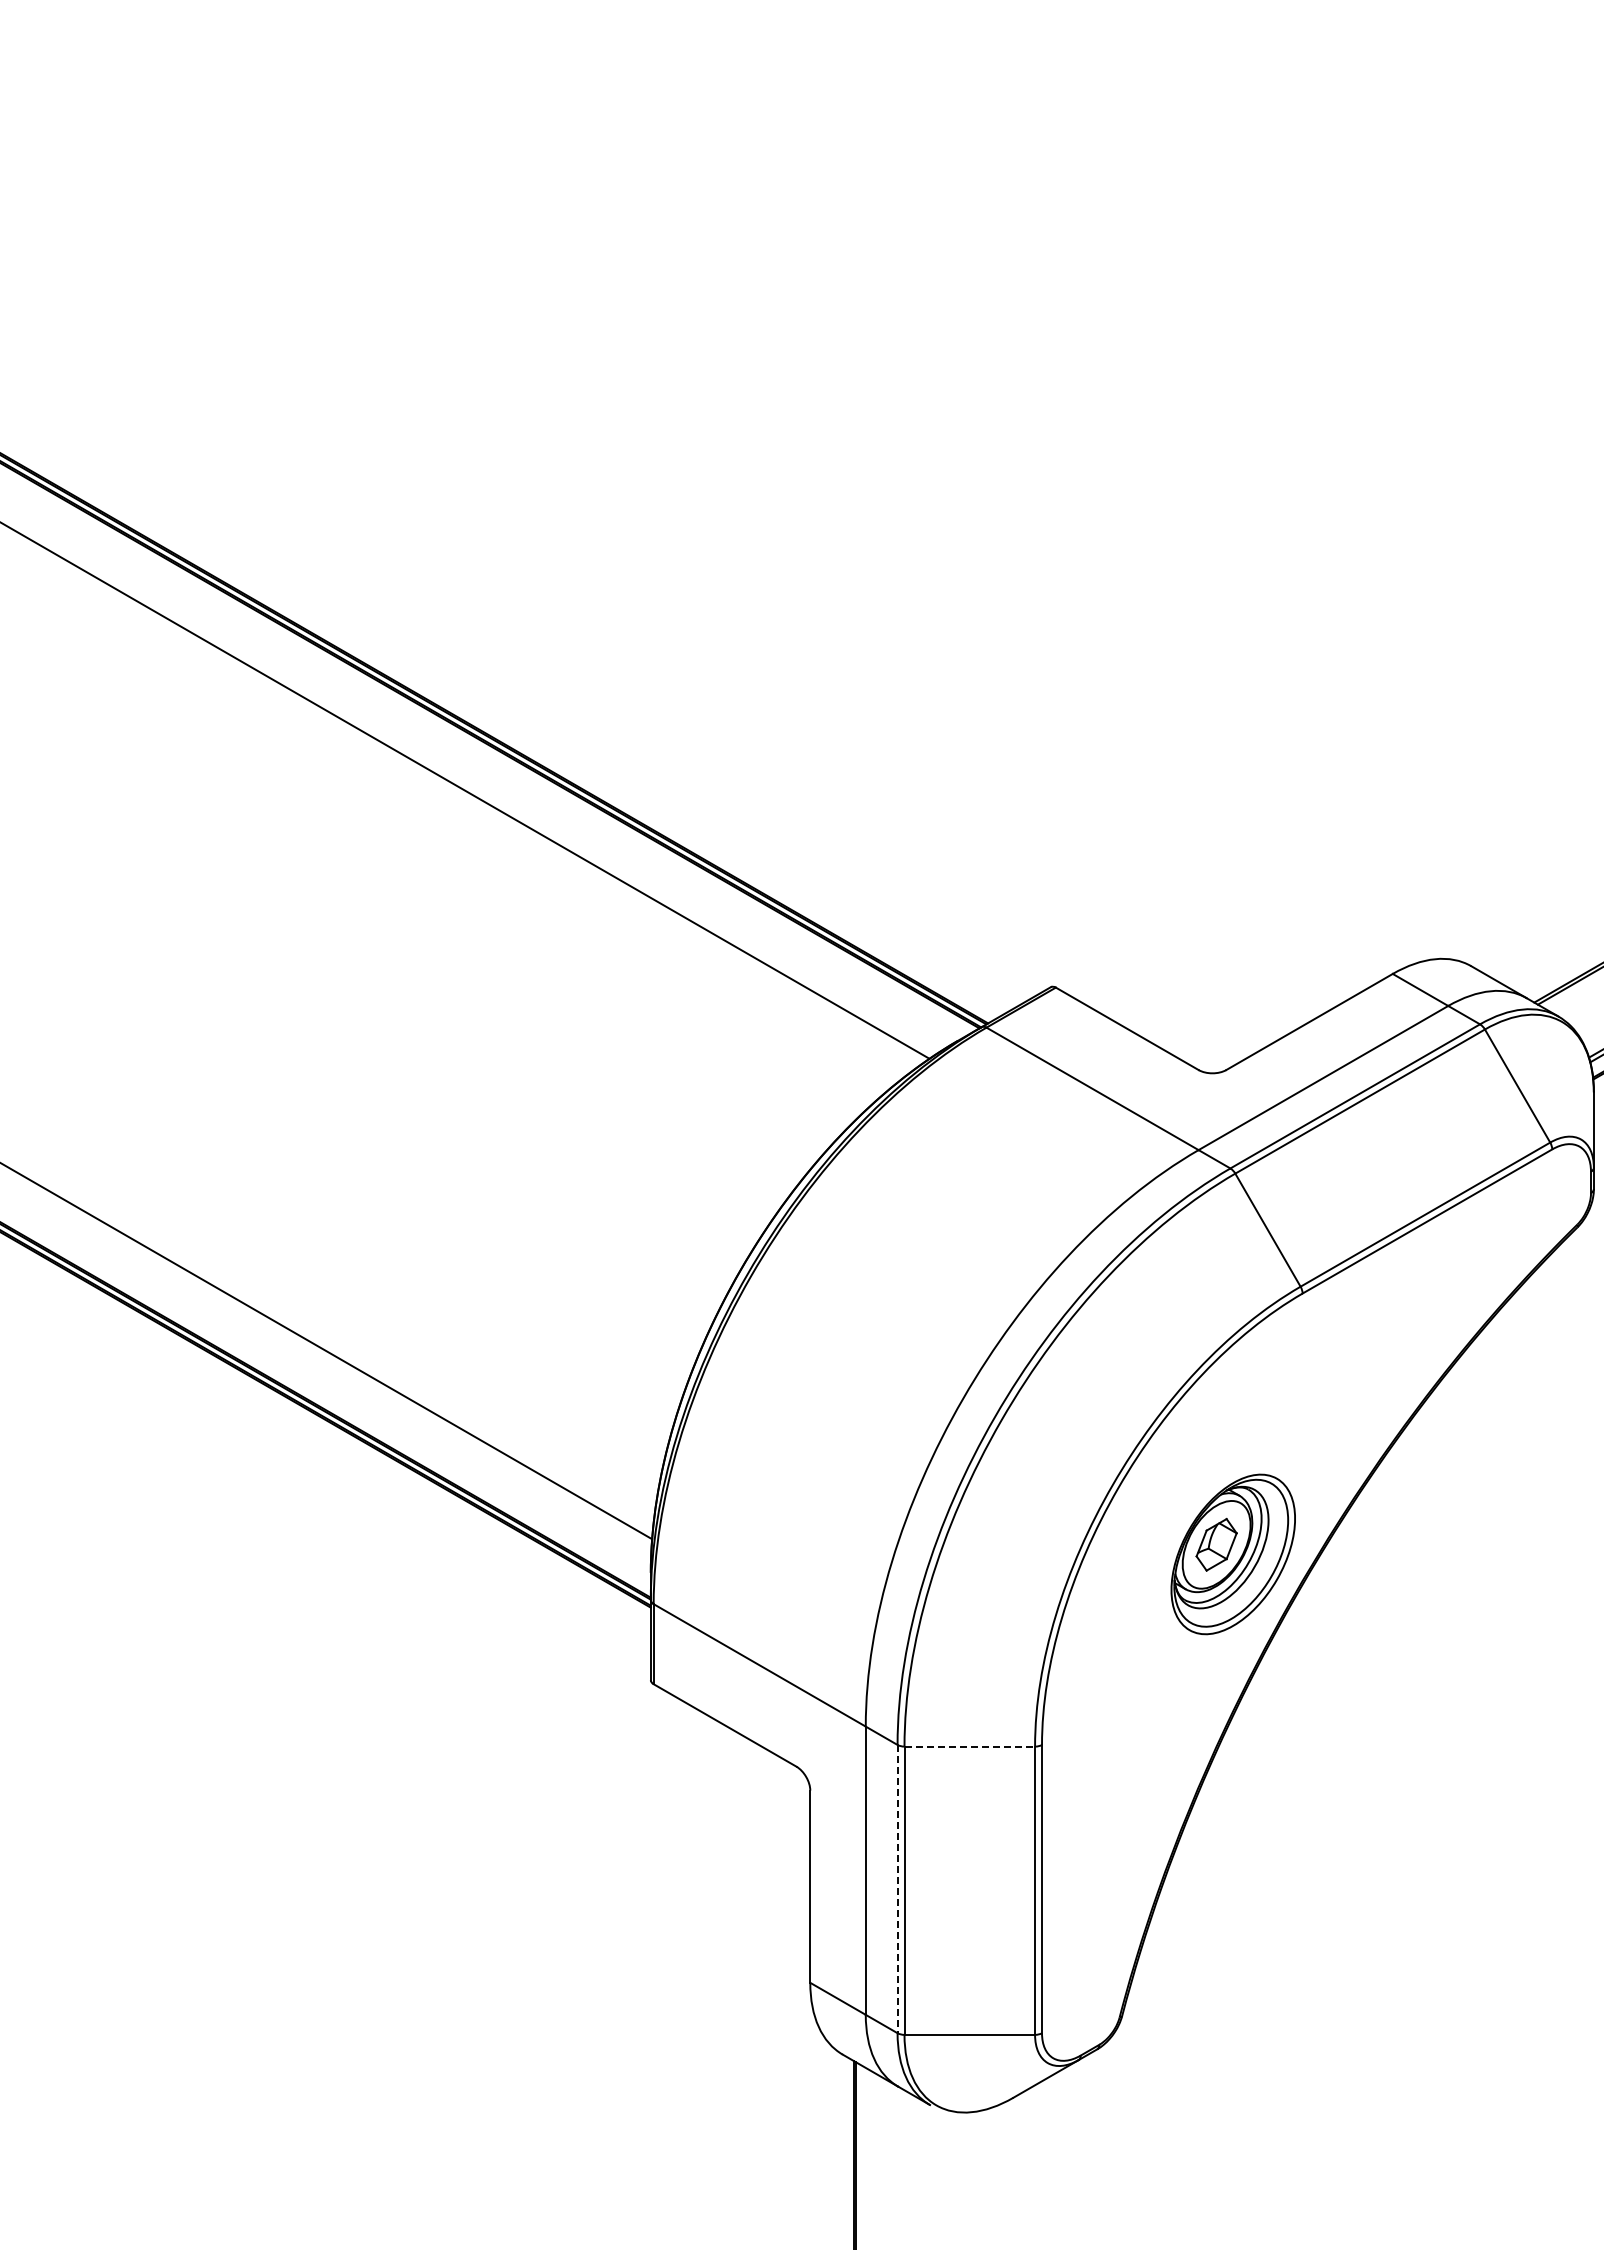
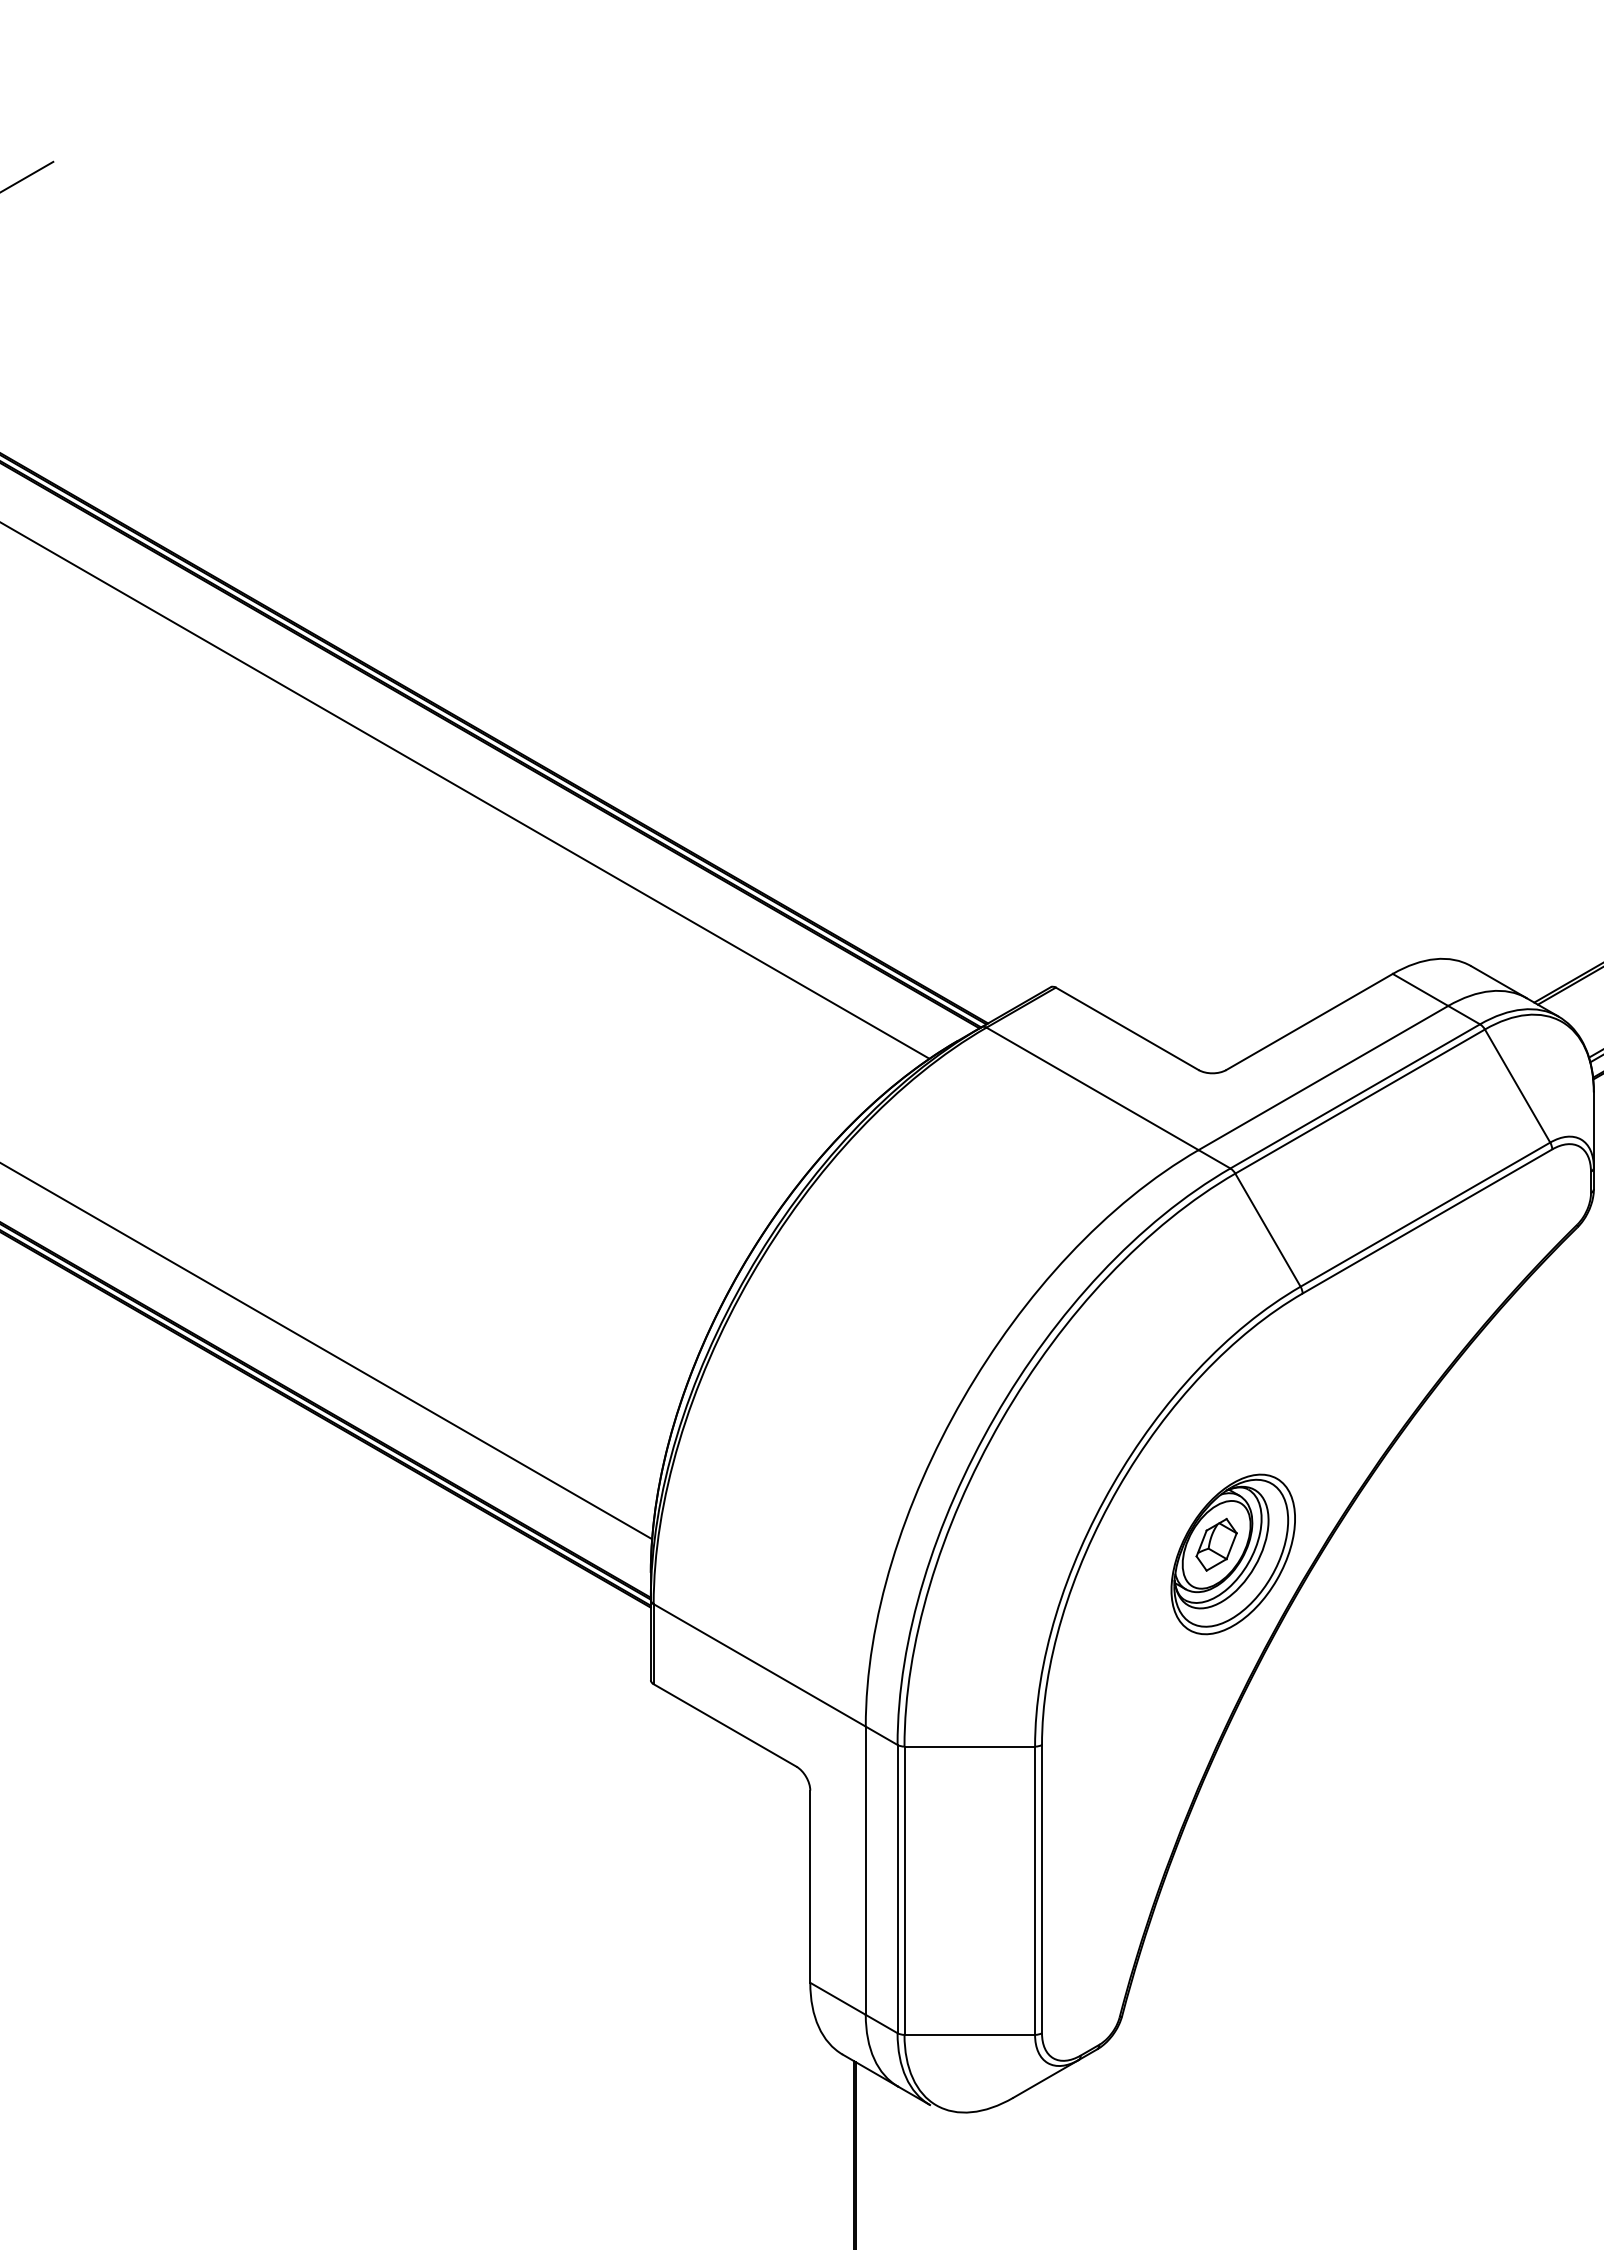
line at (27, 176): none -> present
line at (970, 1746): dashed -> solid
line at (897, 1889): dashed -> solid
